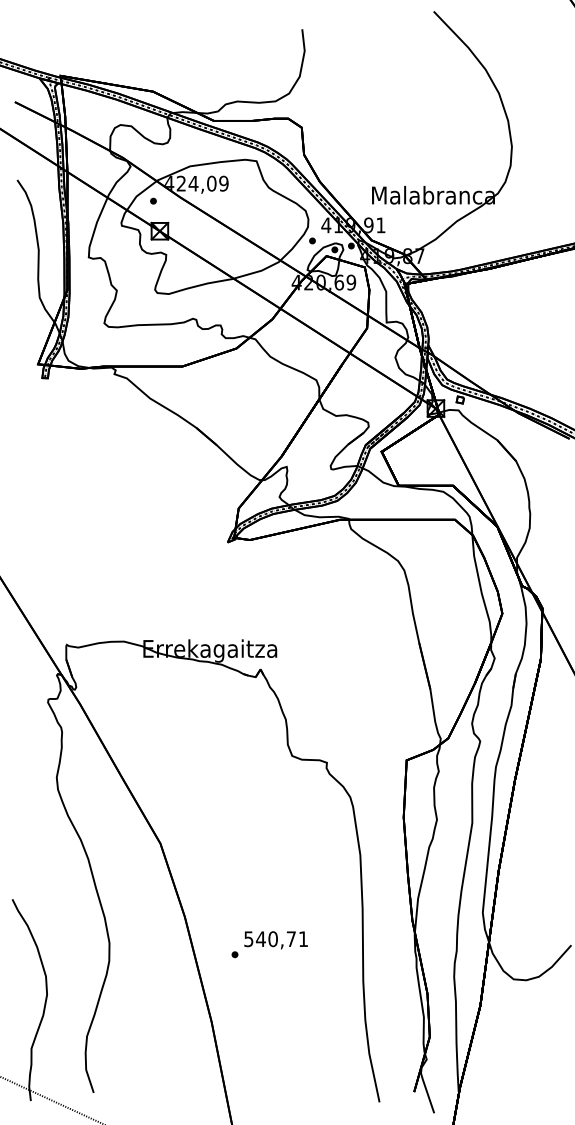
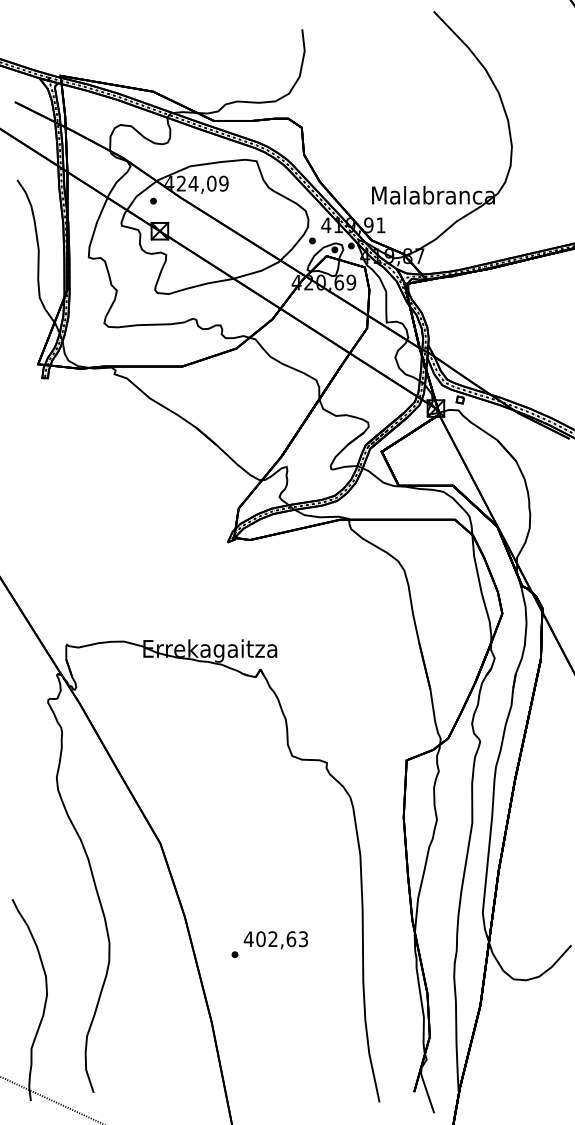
text at (275, 939): 540,71 -> 402,63
